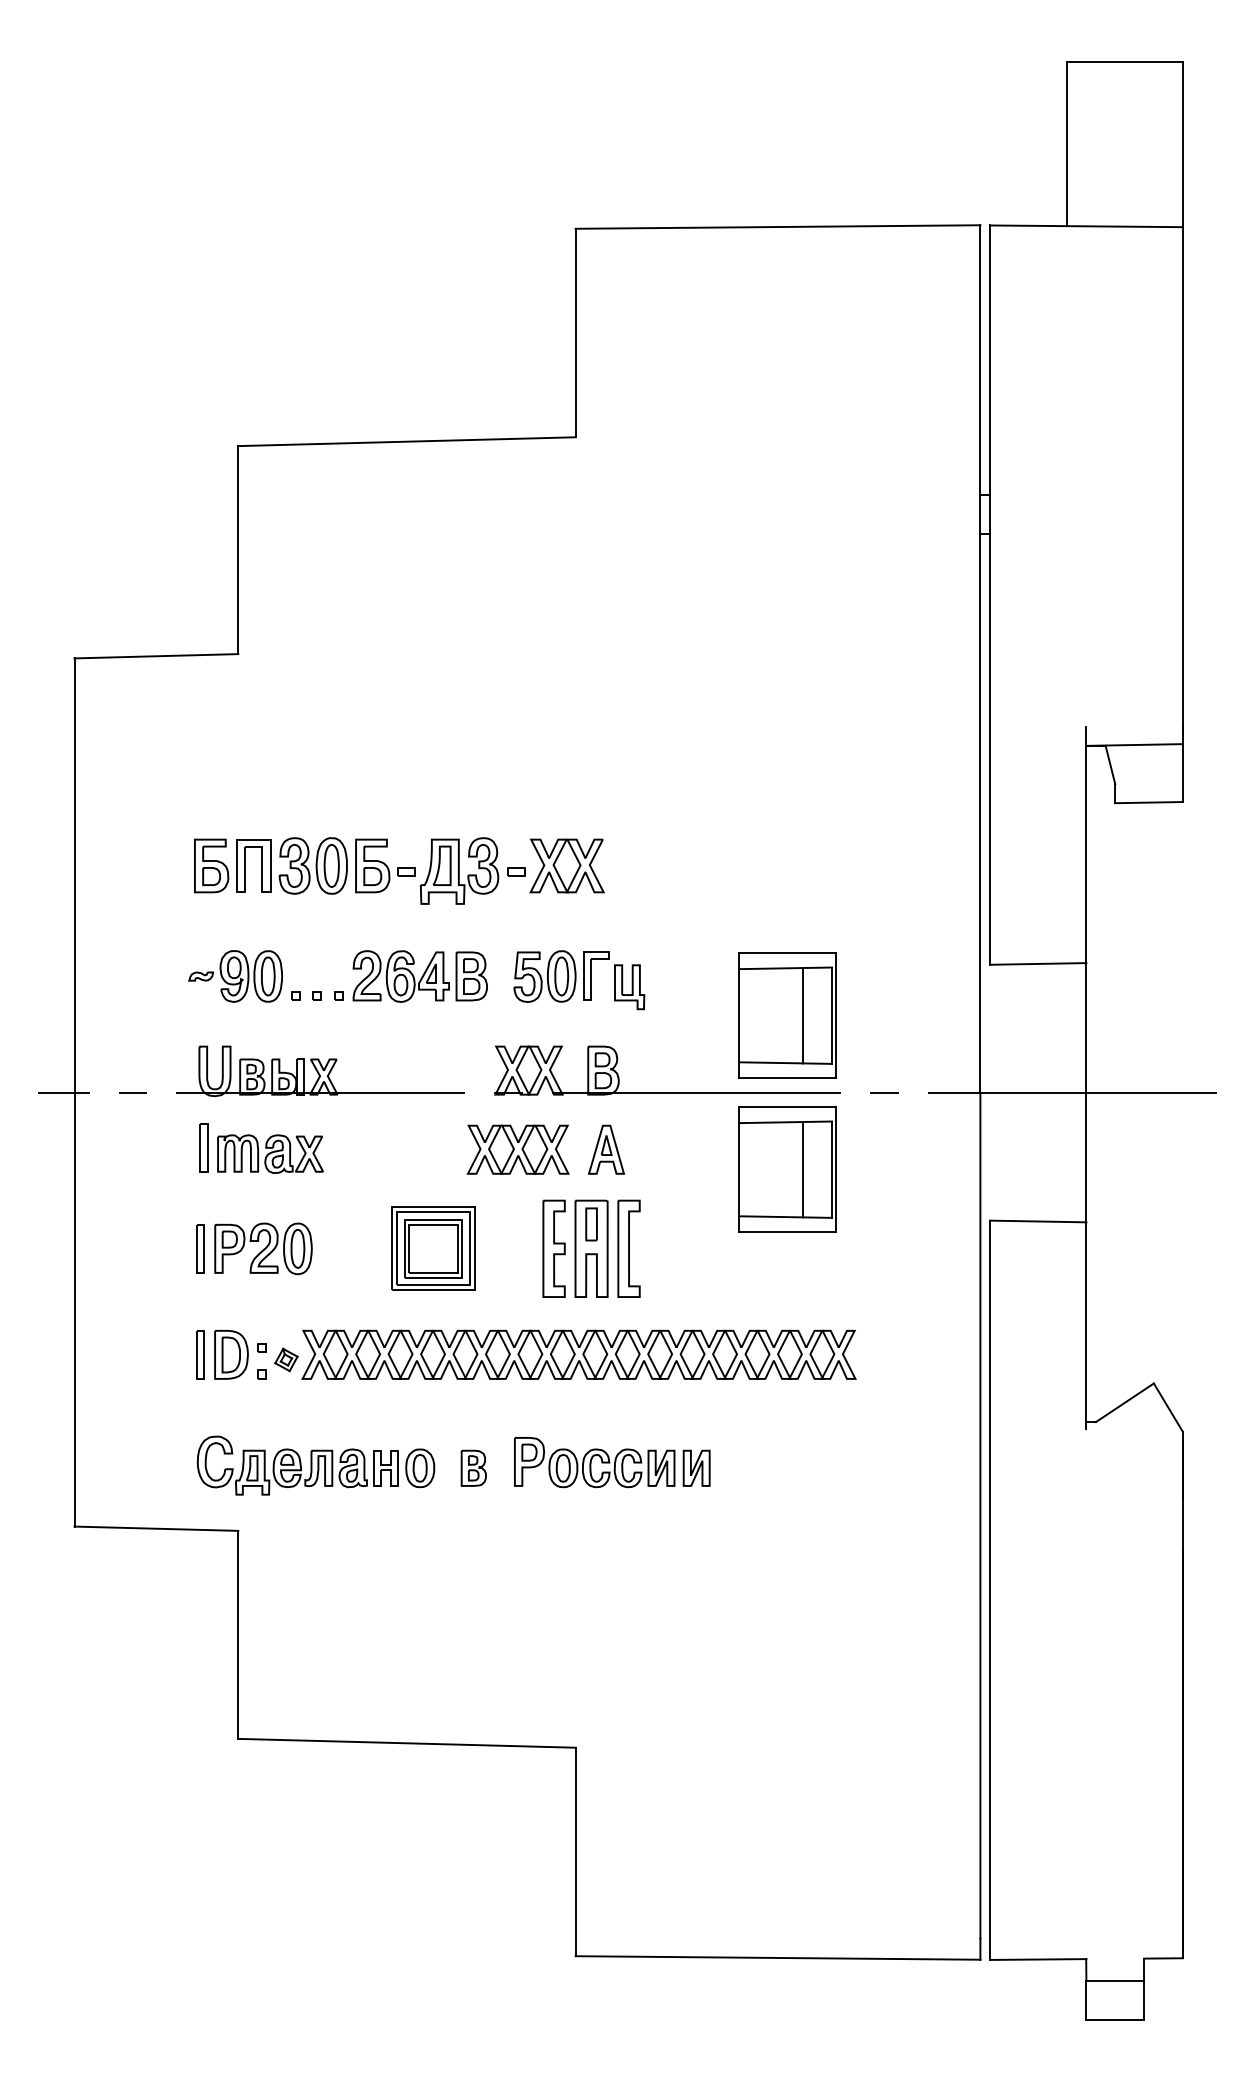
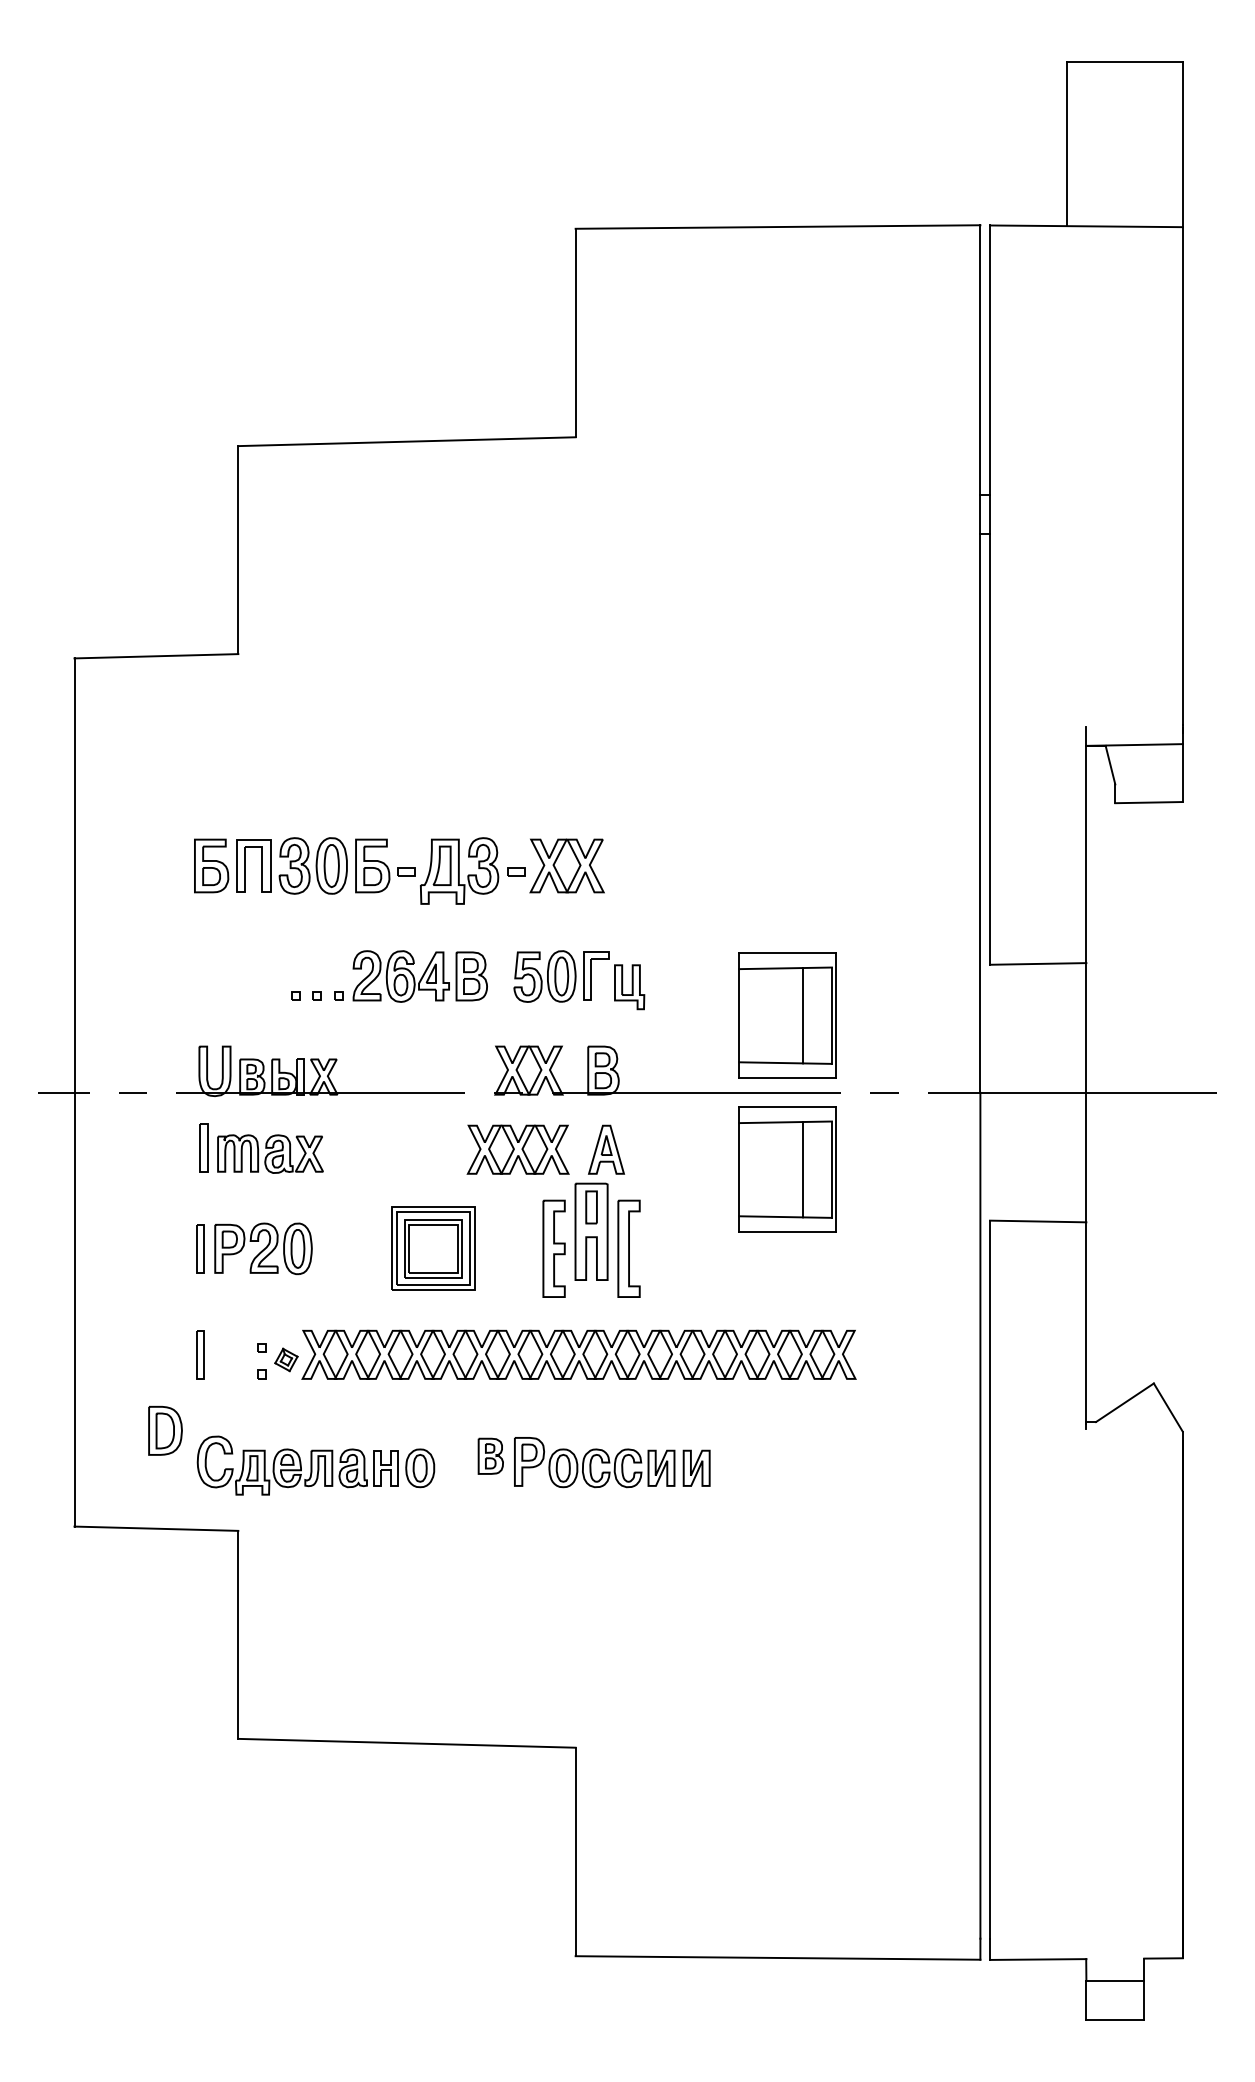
part at (235, 976): present -> none
part at (591, 1248) position: (591, 1248) -> (591, 1231)
part at (231, 1354) position: (231, 1354) -> (165, 1430)
part at (473, 1467) position: (473, 1467) -> (490, 1455)
